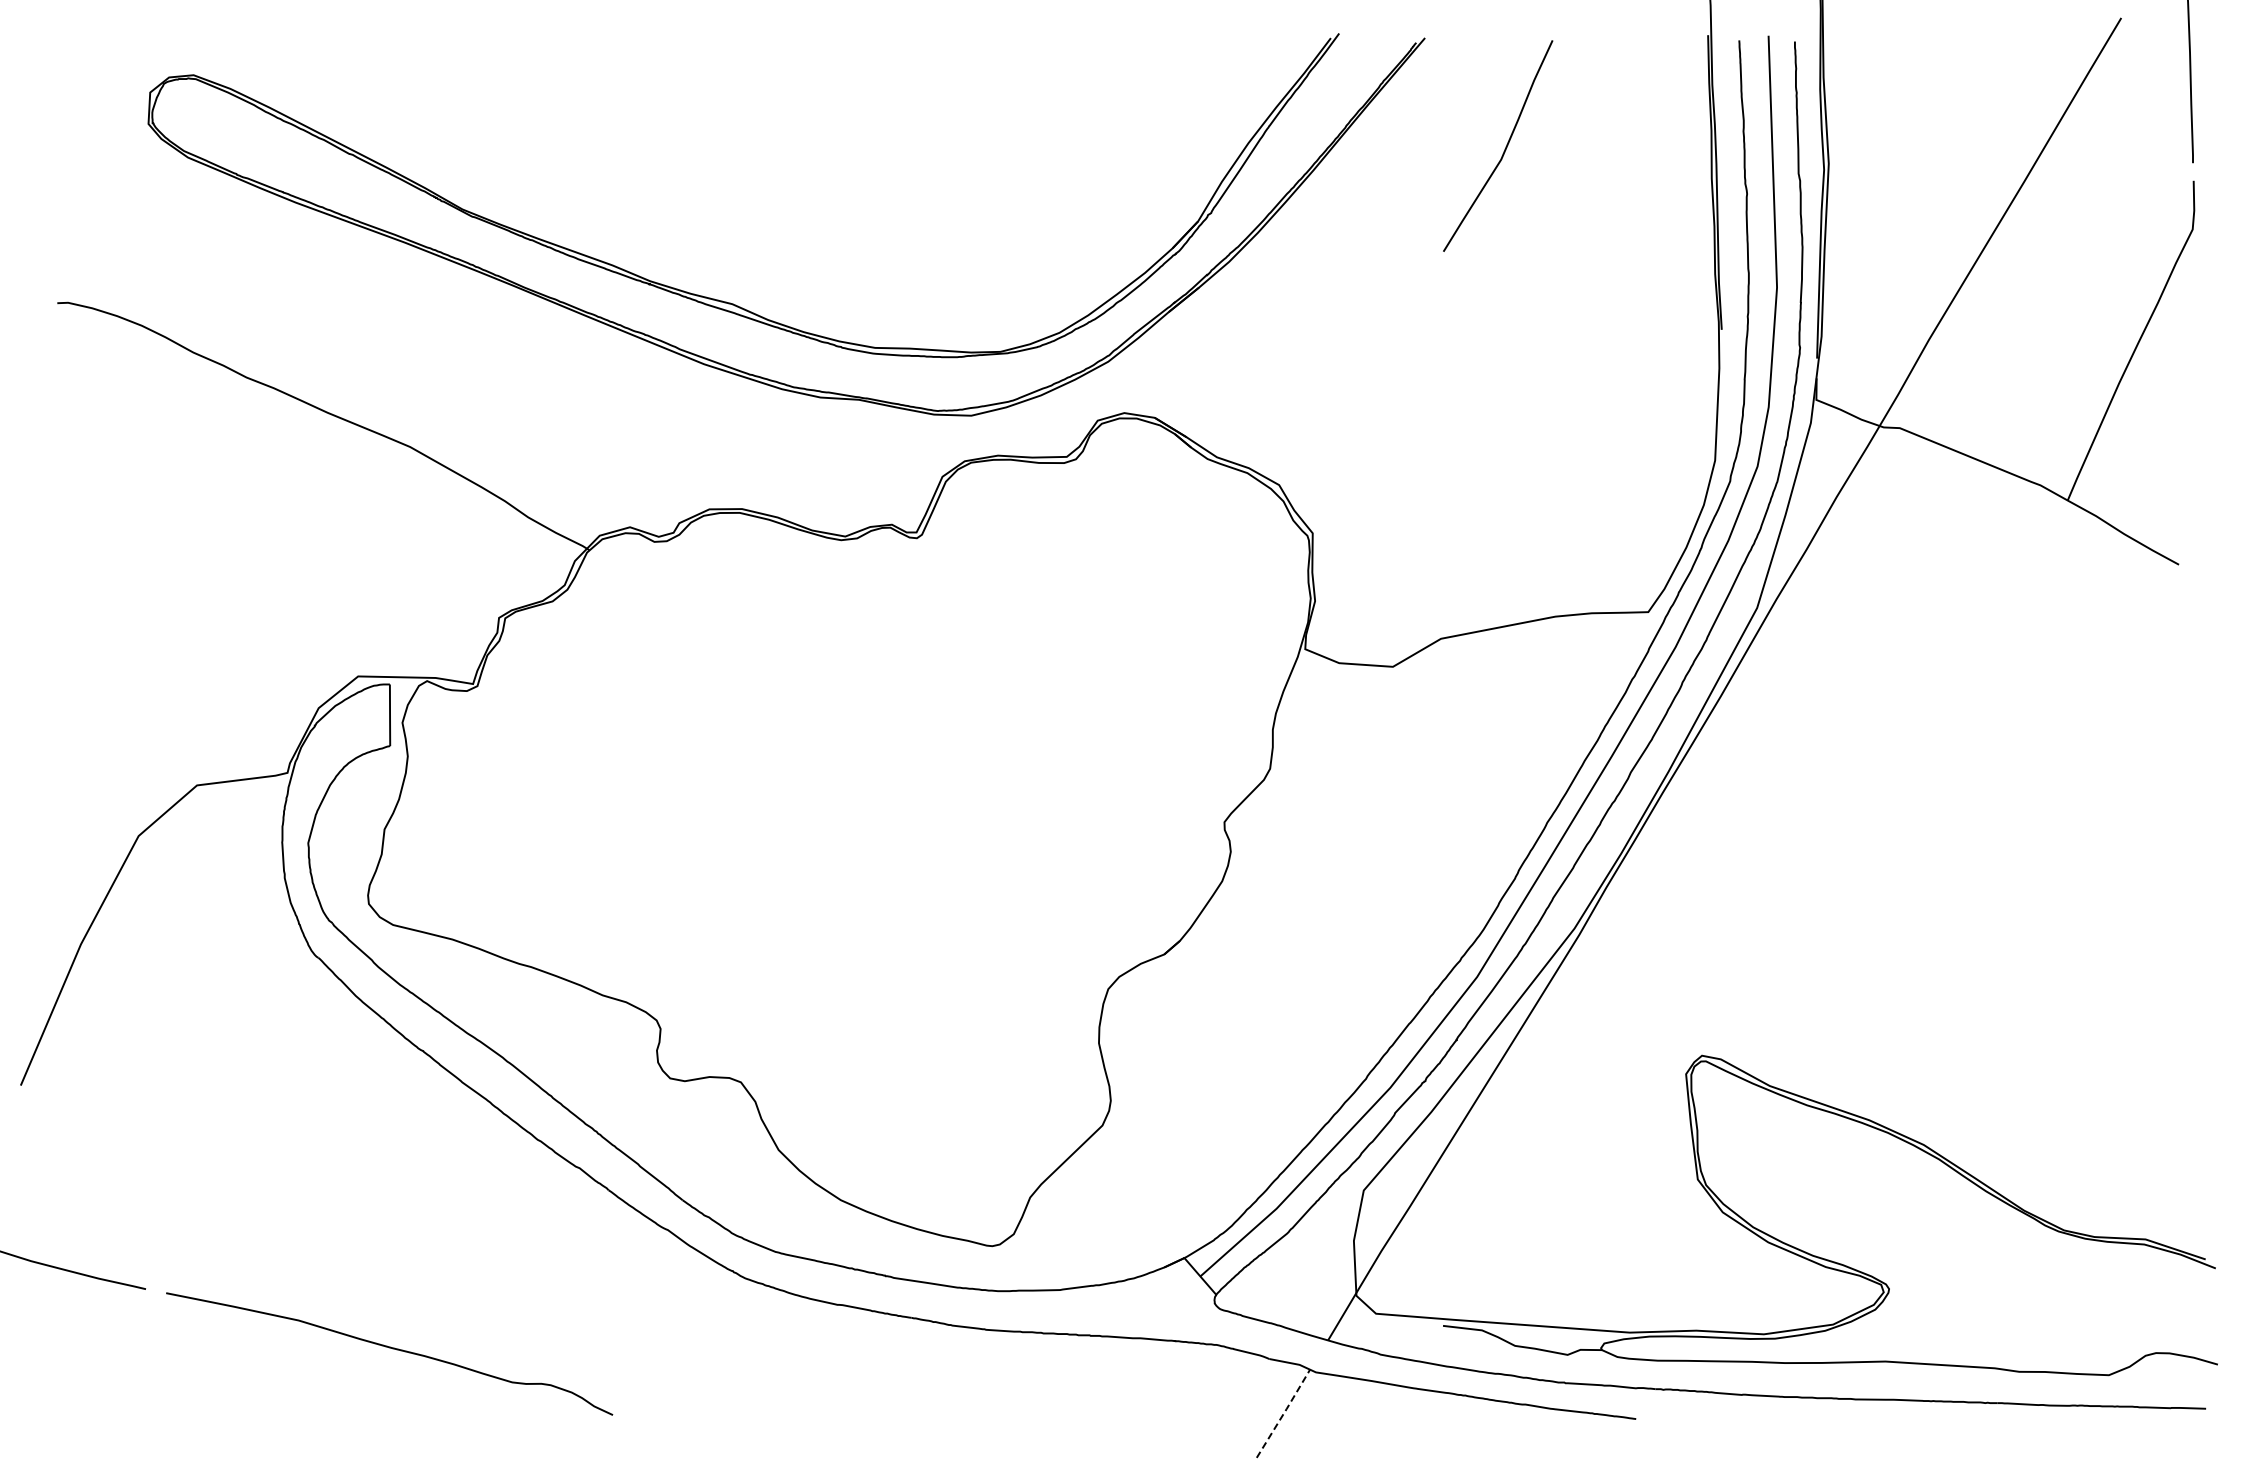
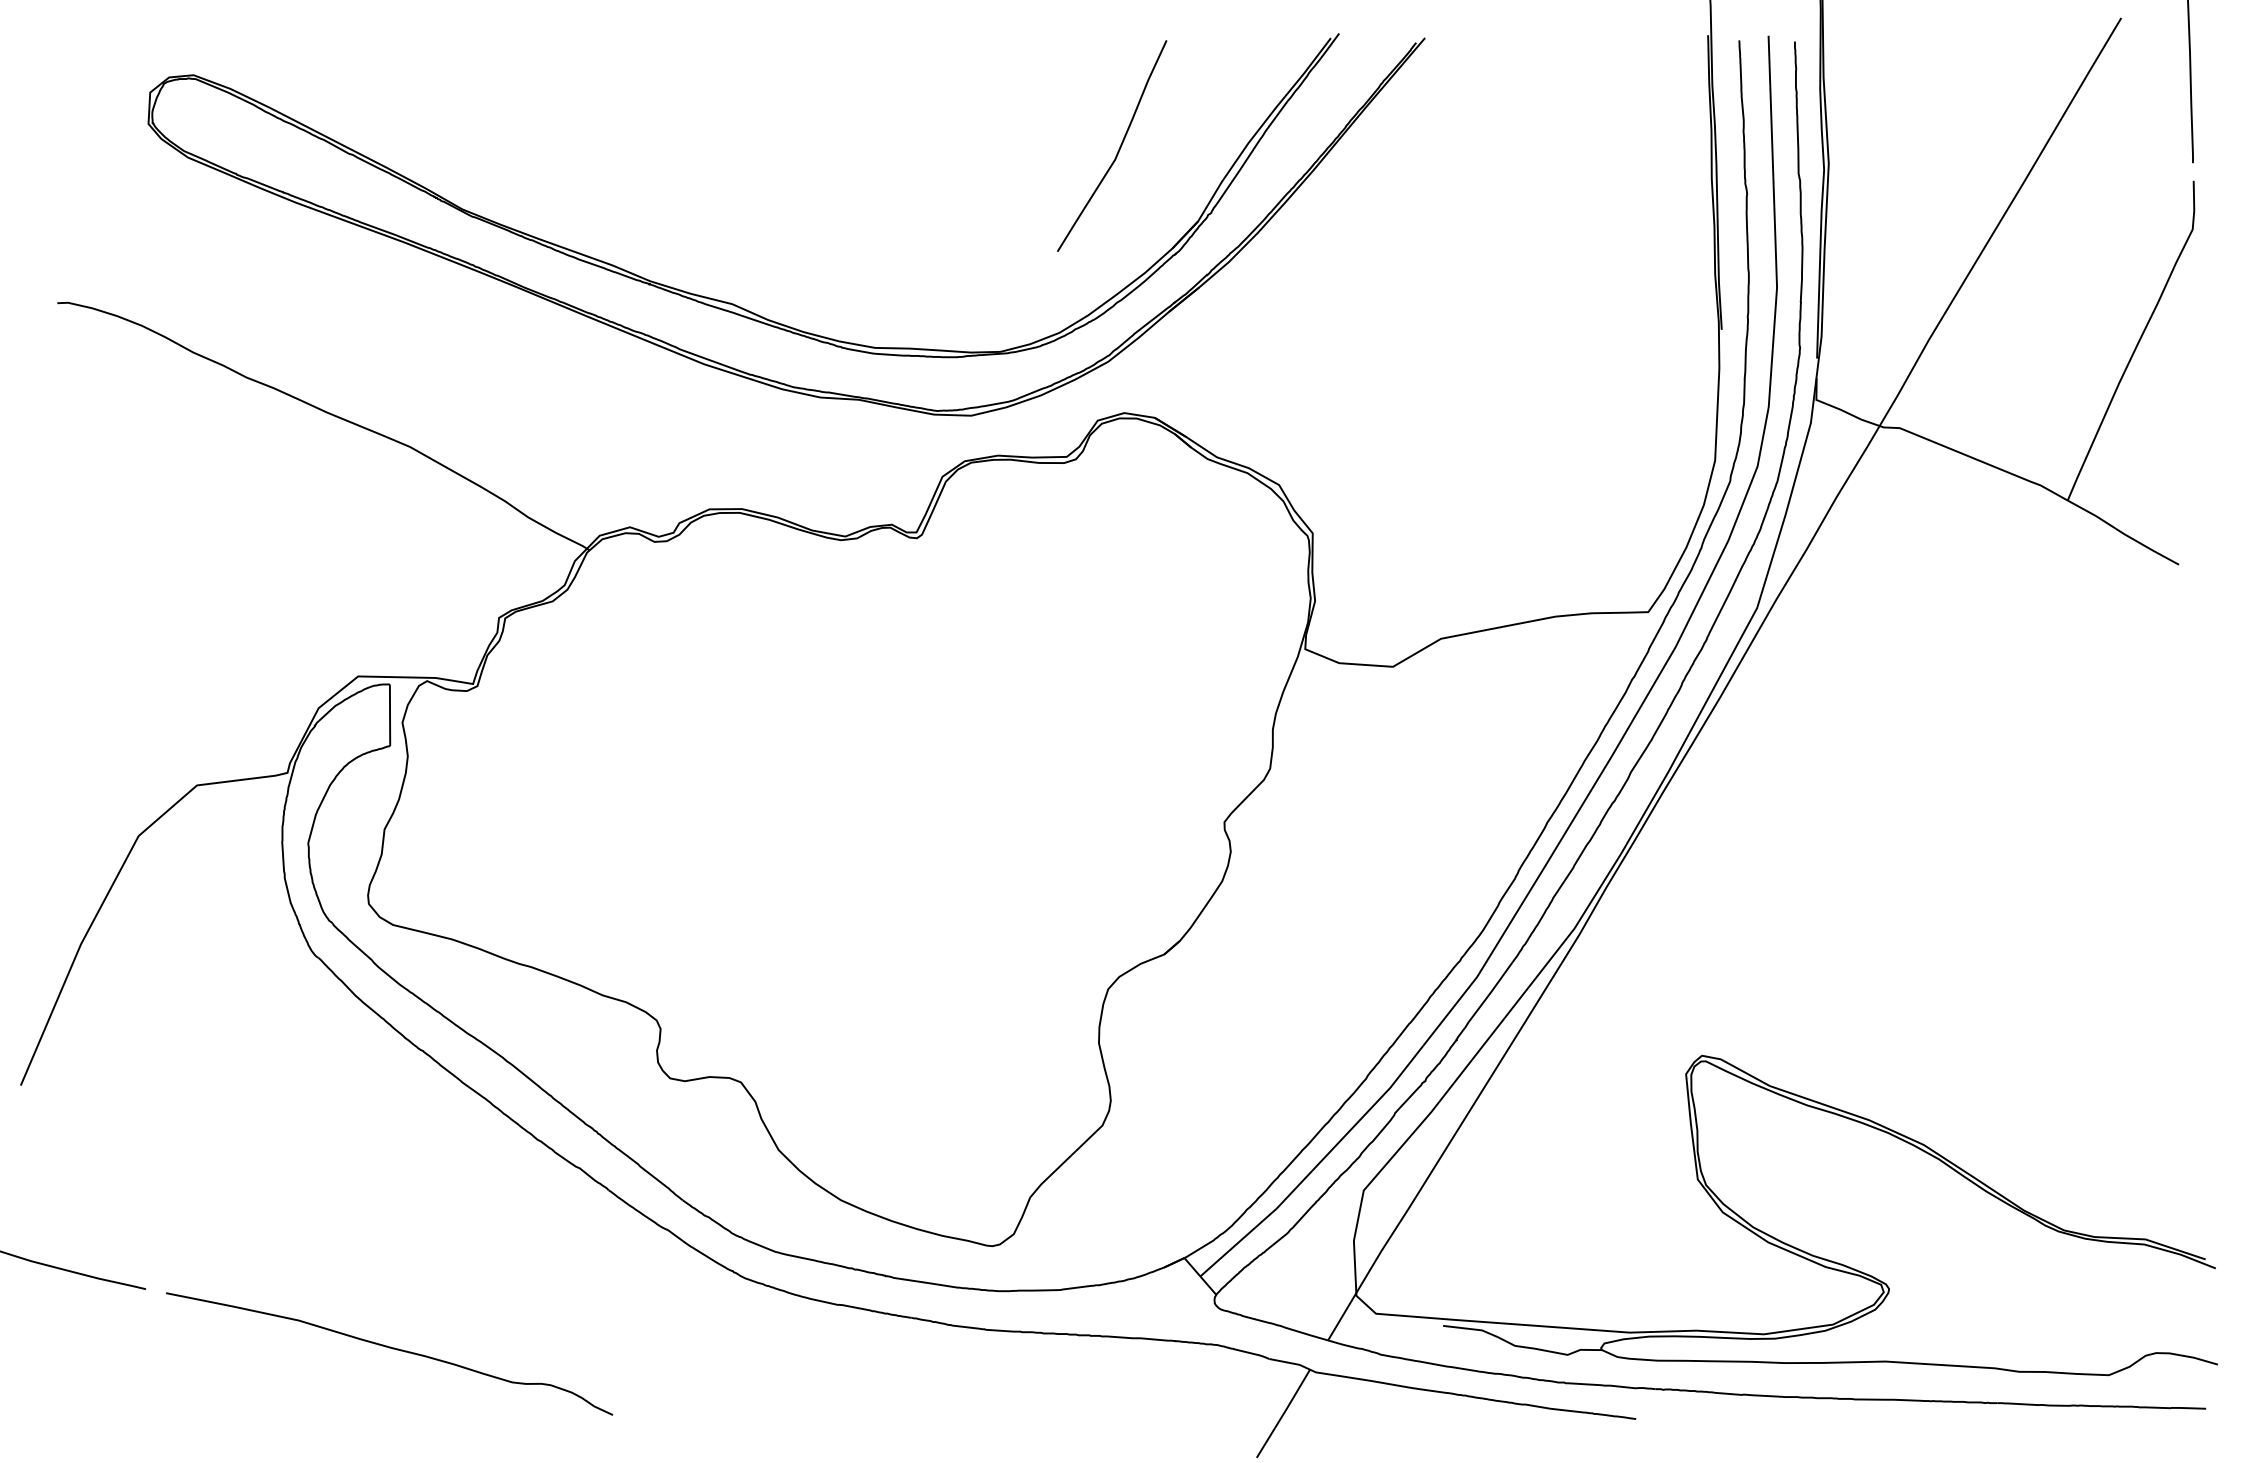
curve at (1505, 146) position: (1505, 146) -> (1119, 146)
line at (1284, 1413): dashed -> solid
